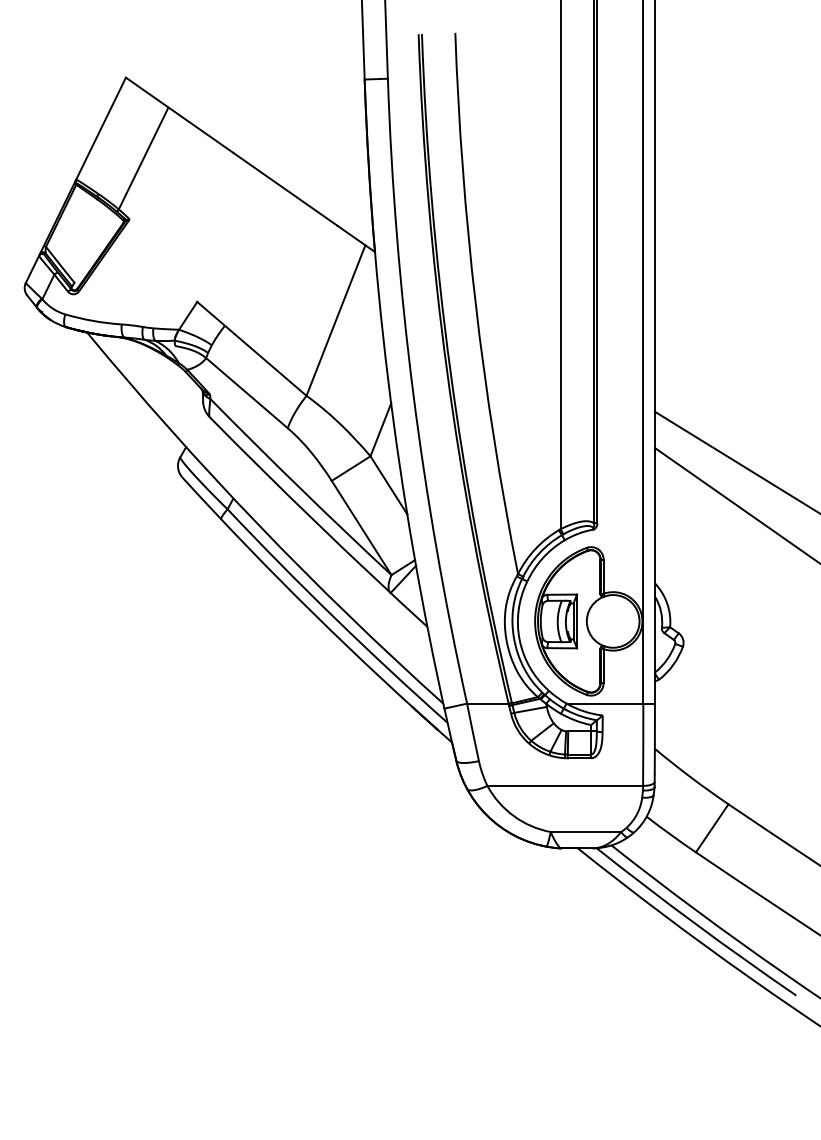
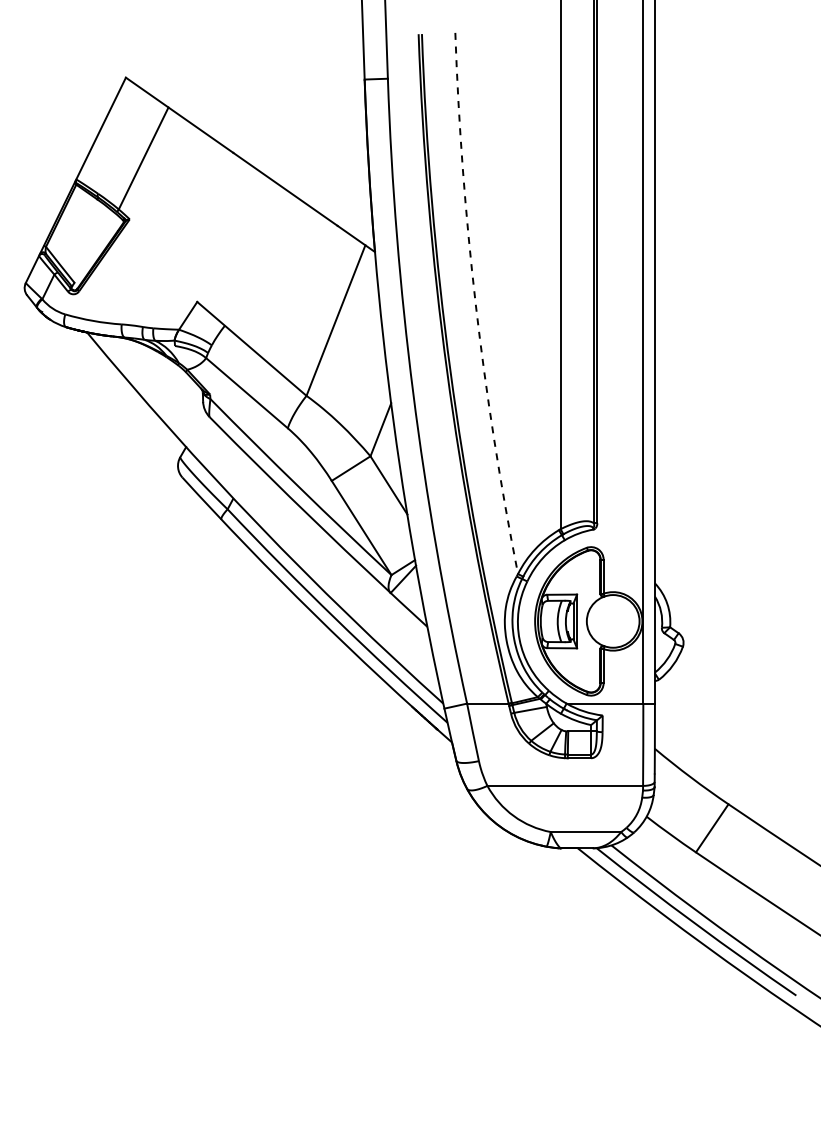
arc at (475, 304): solid -> dashed
line at (735, 461): present -> none
line at (735, 504): present -> none
